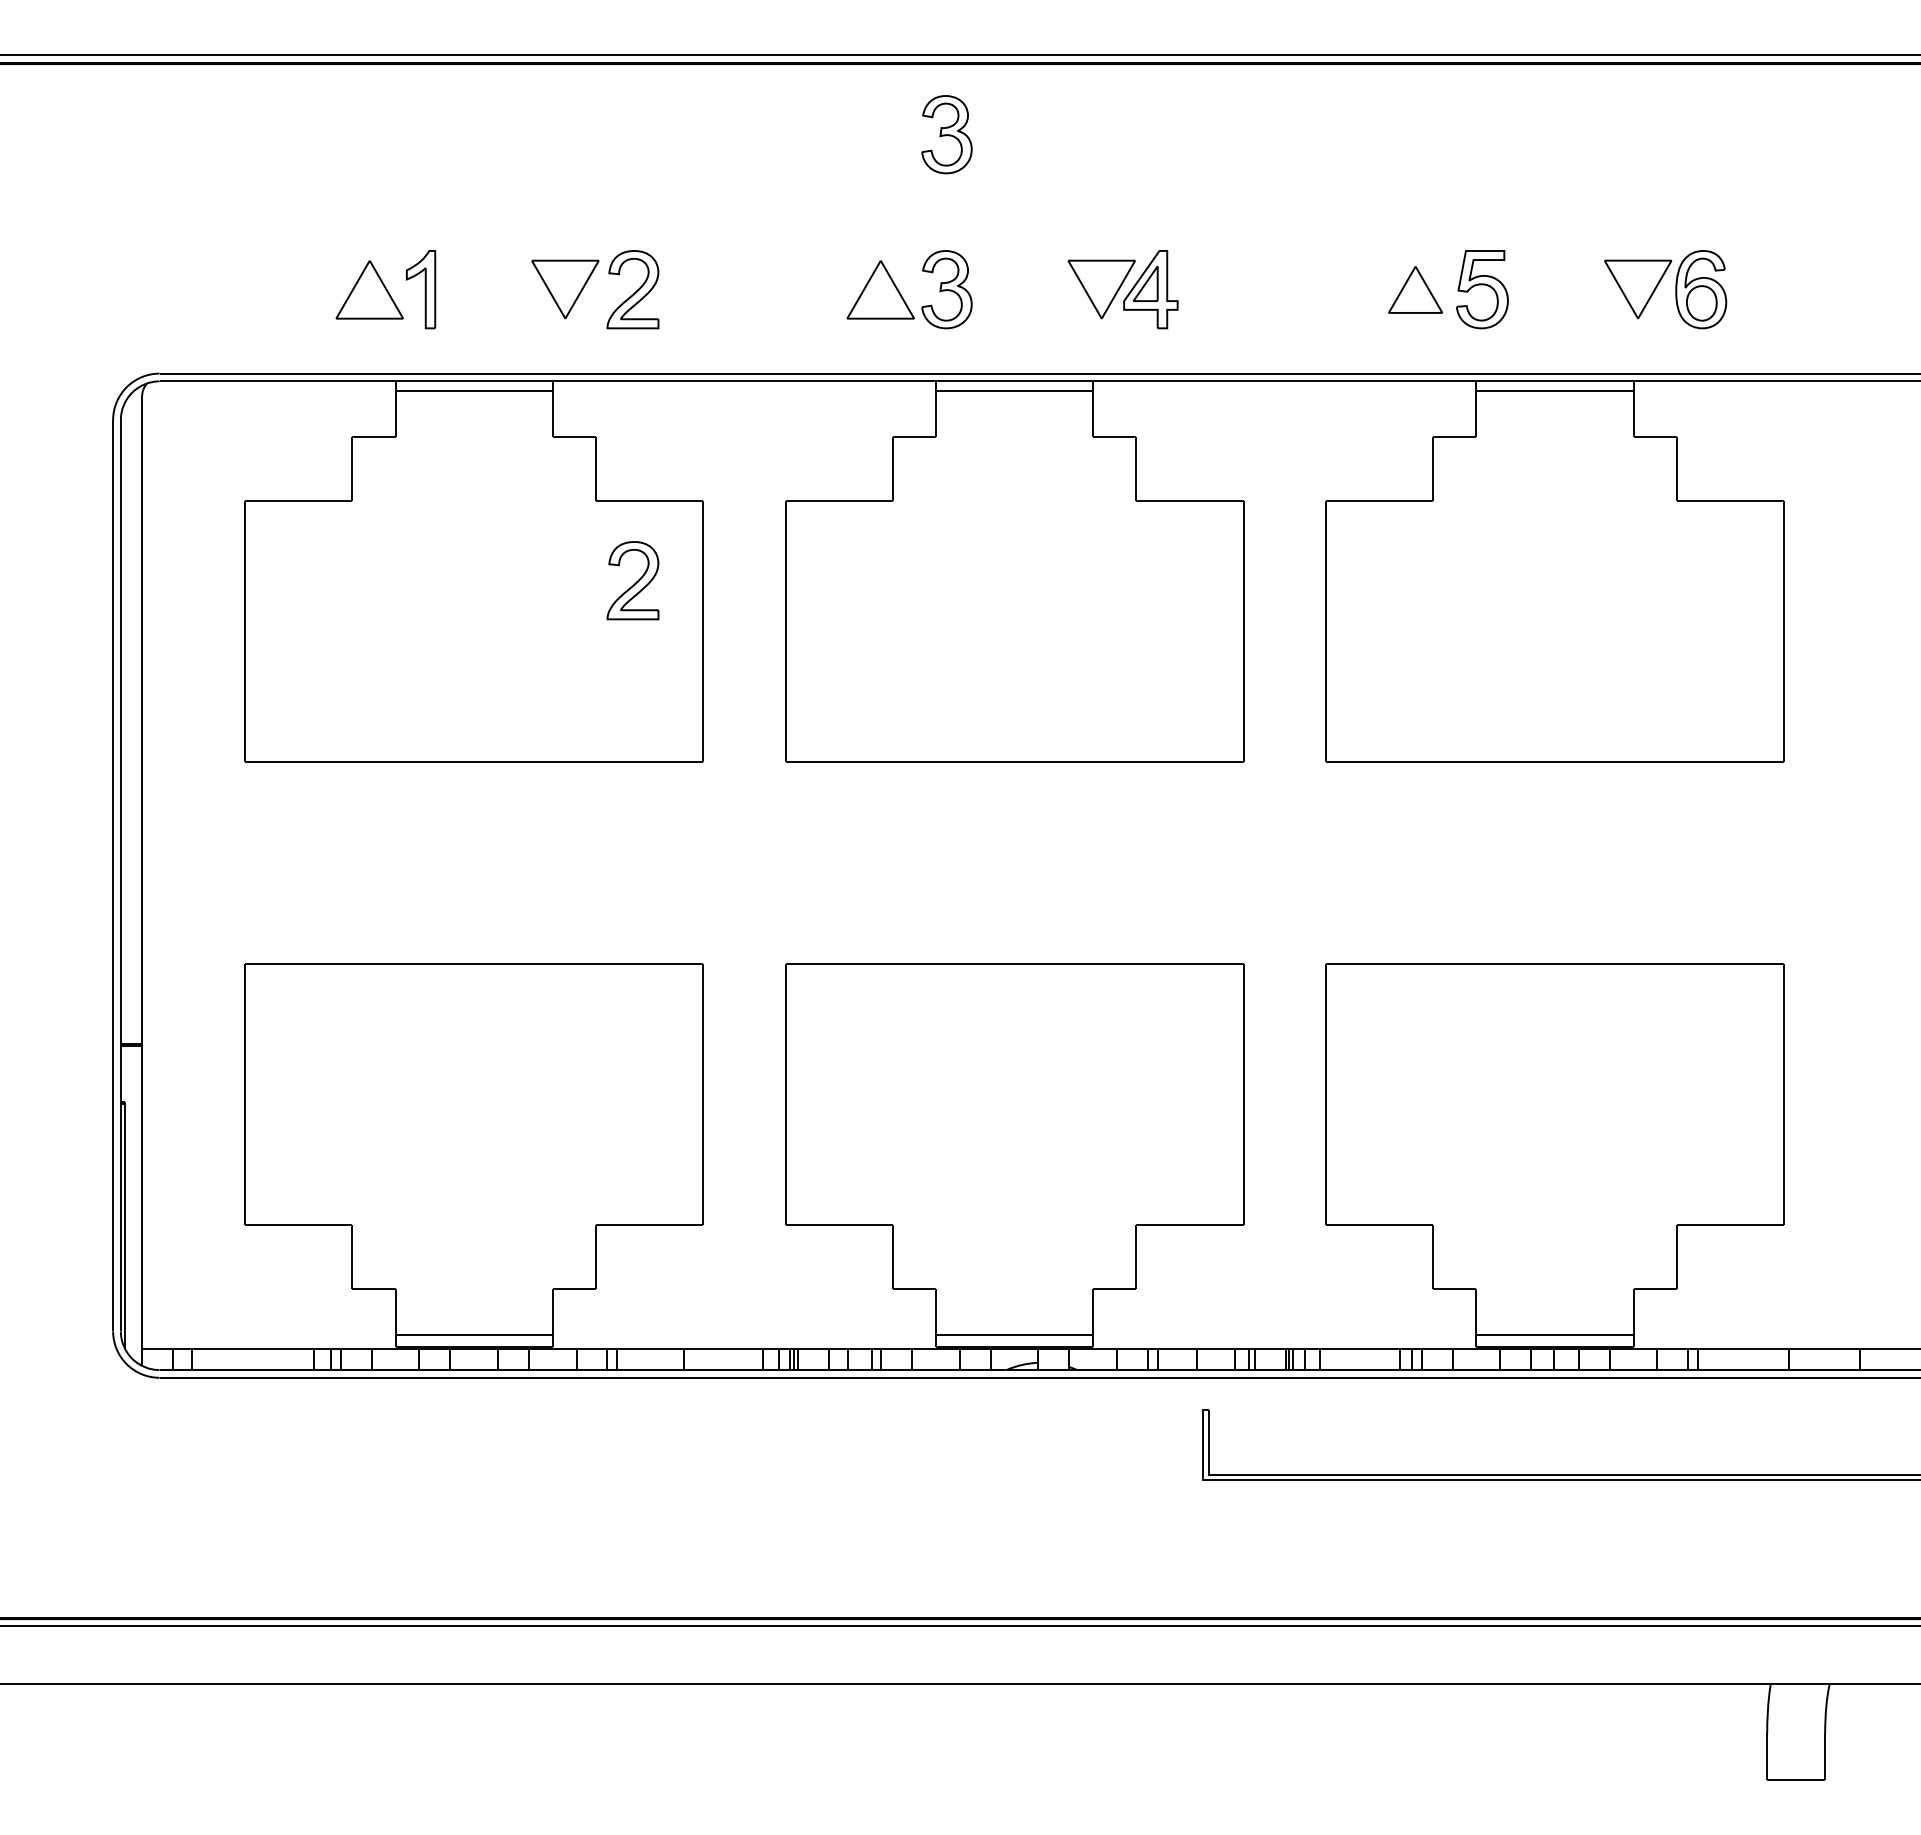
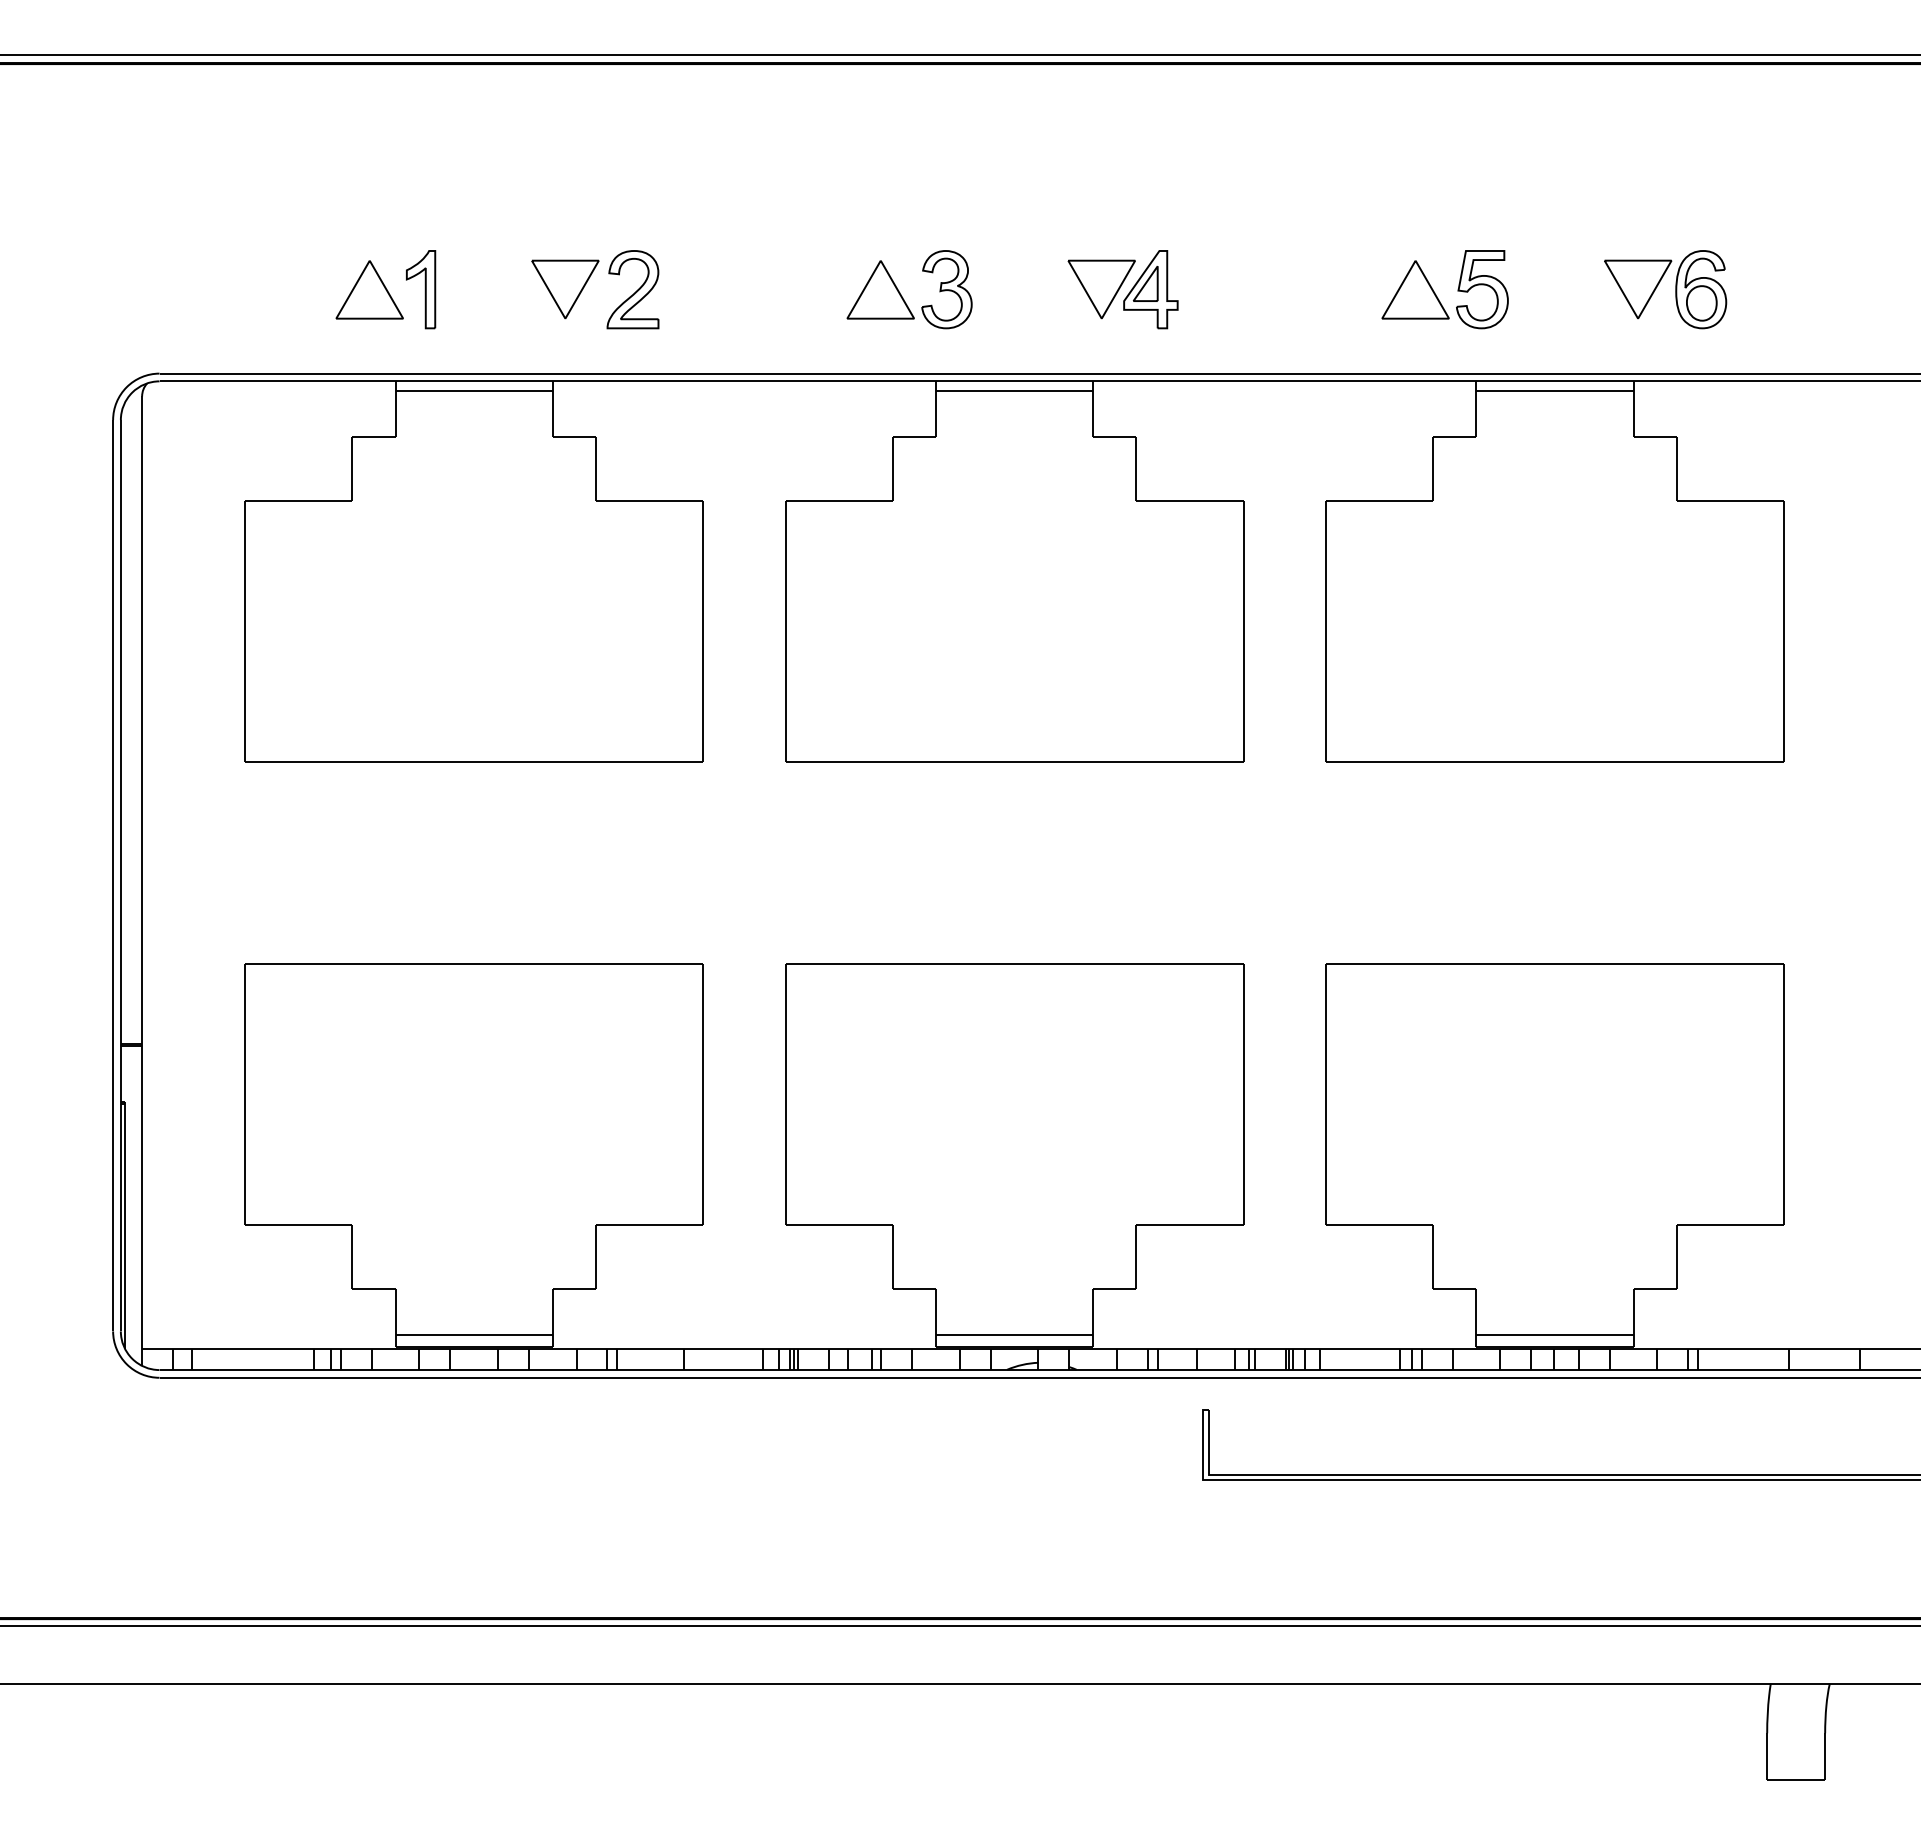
part at (946, 134): present -> none
part at (1415, 289) size: 55x48 px -> 69x60 px
part at (632, 580): present -> none
